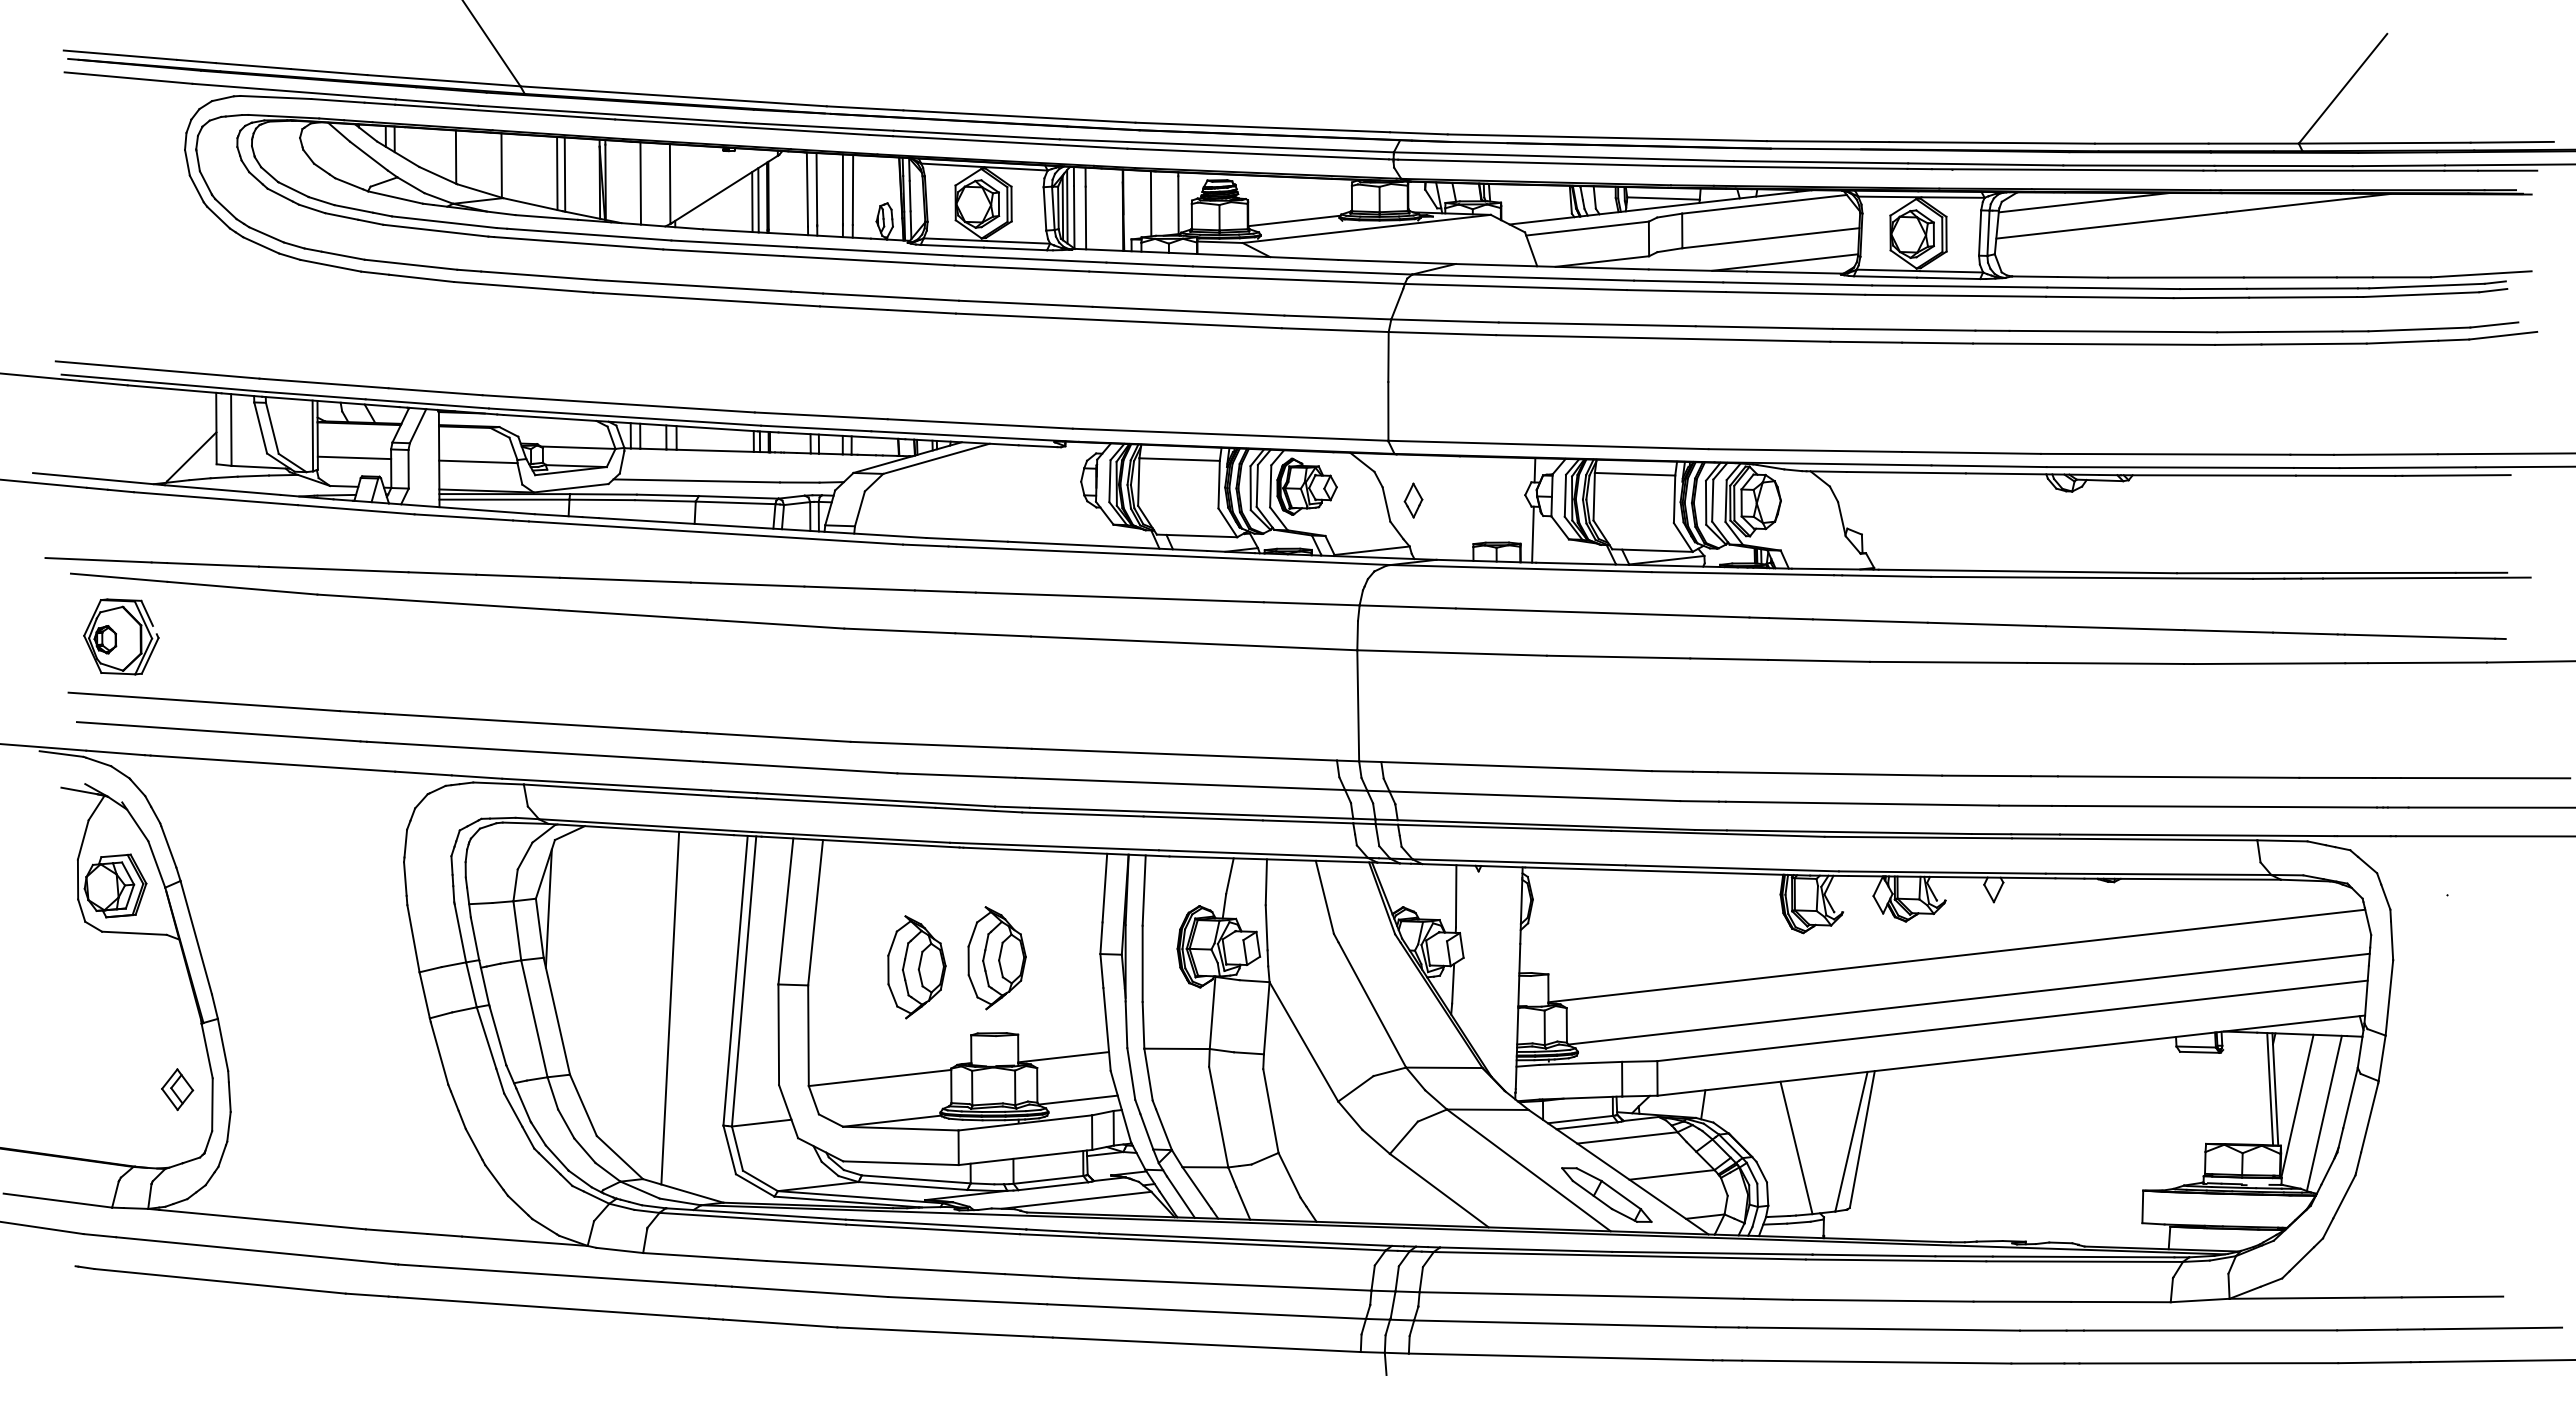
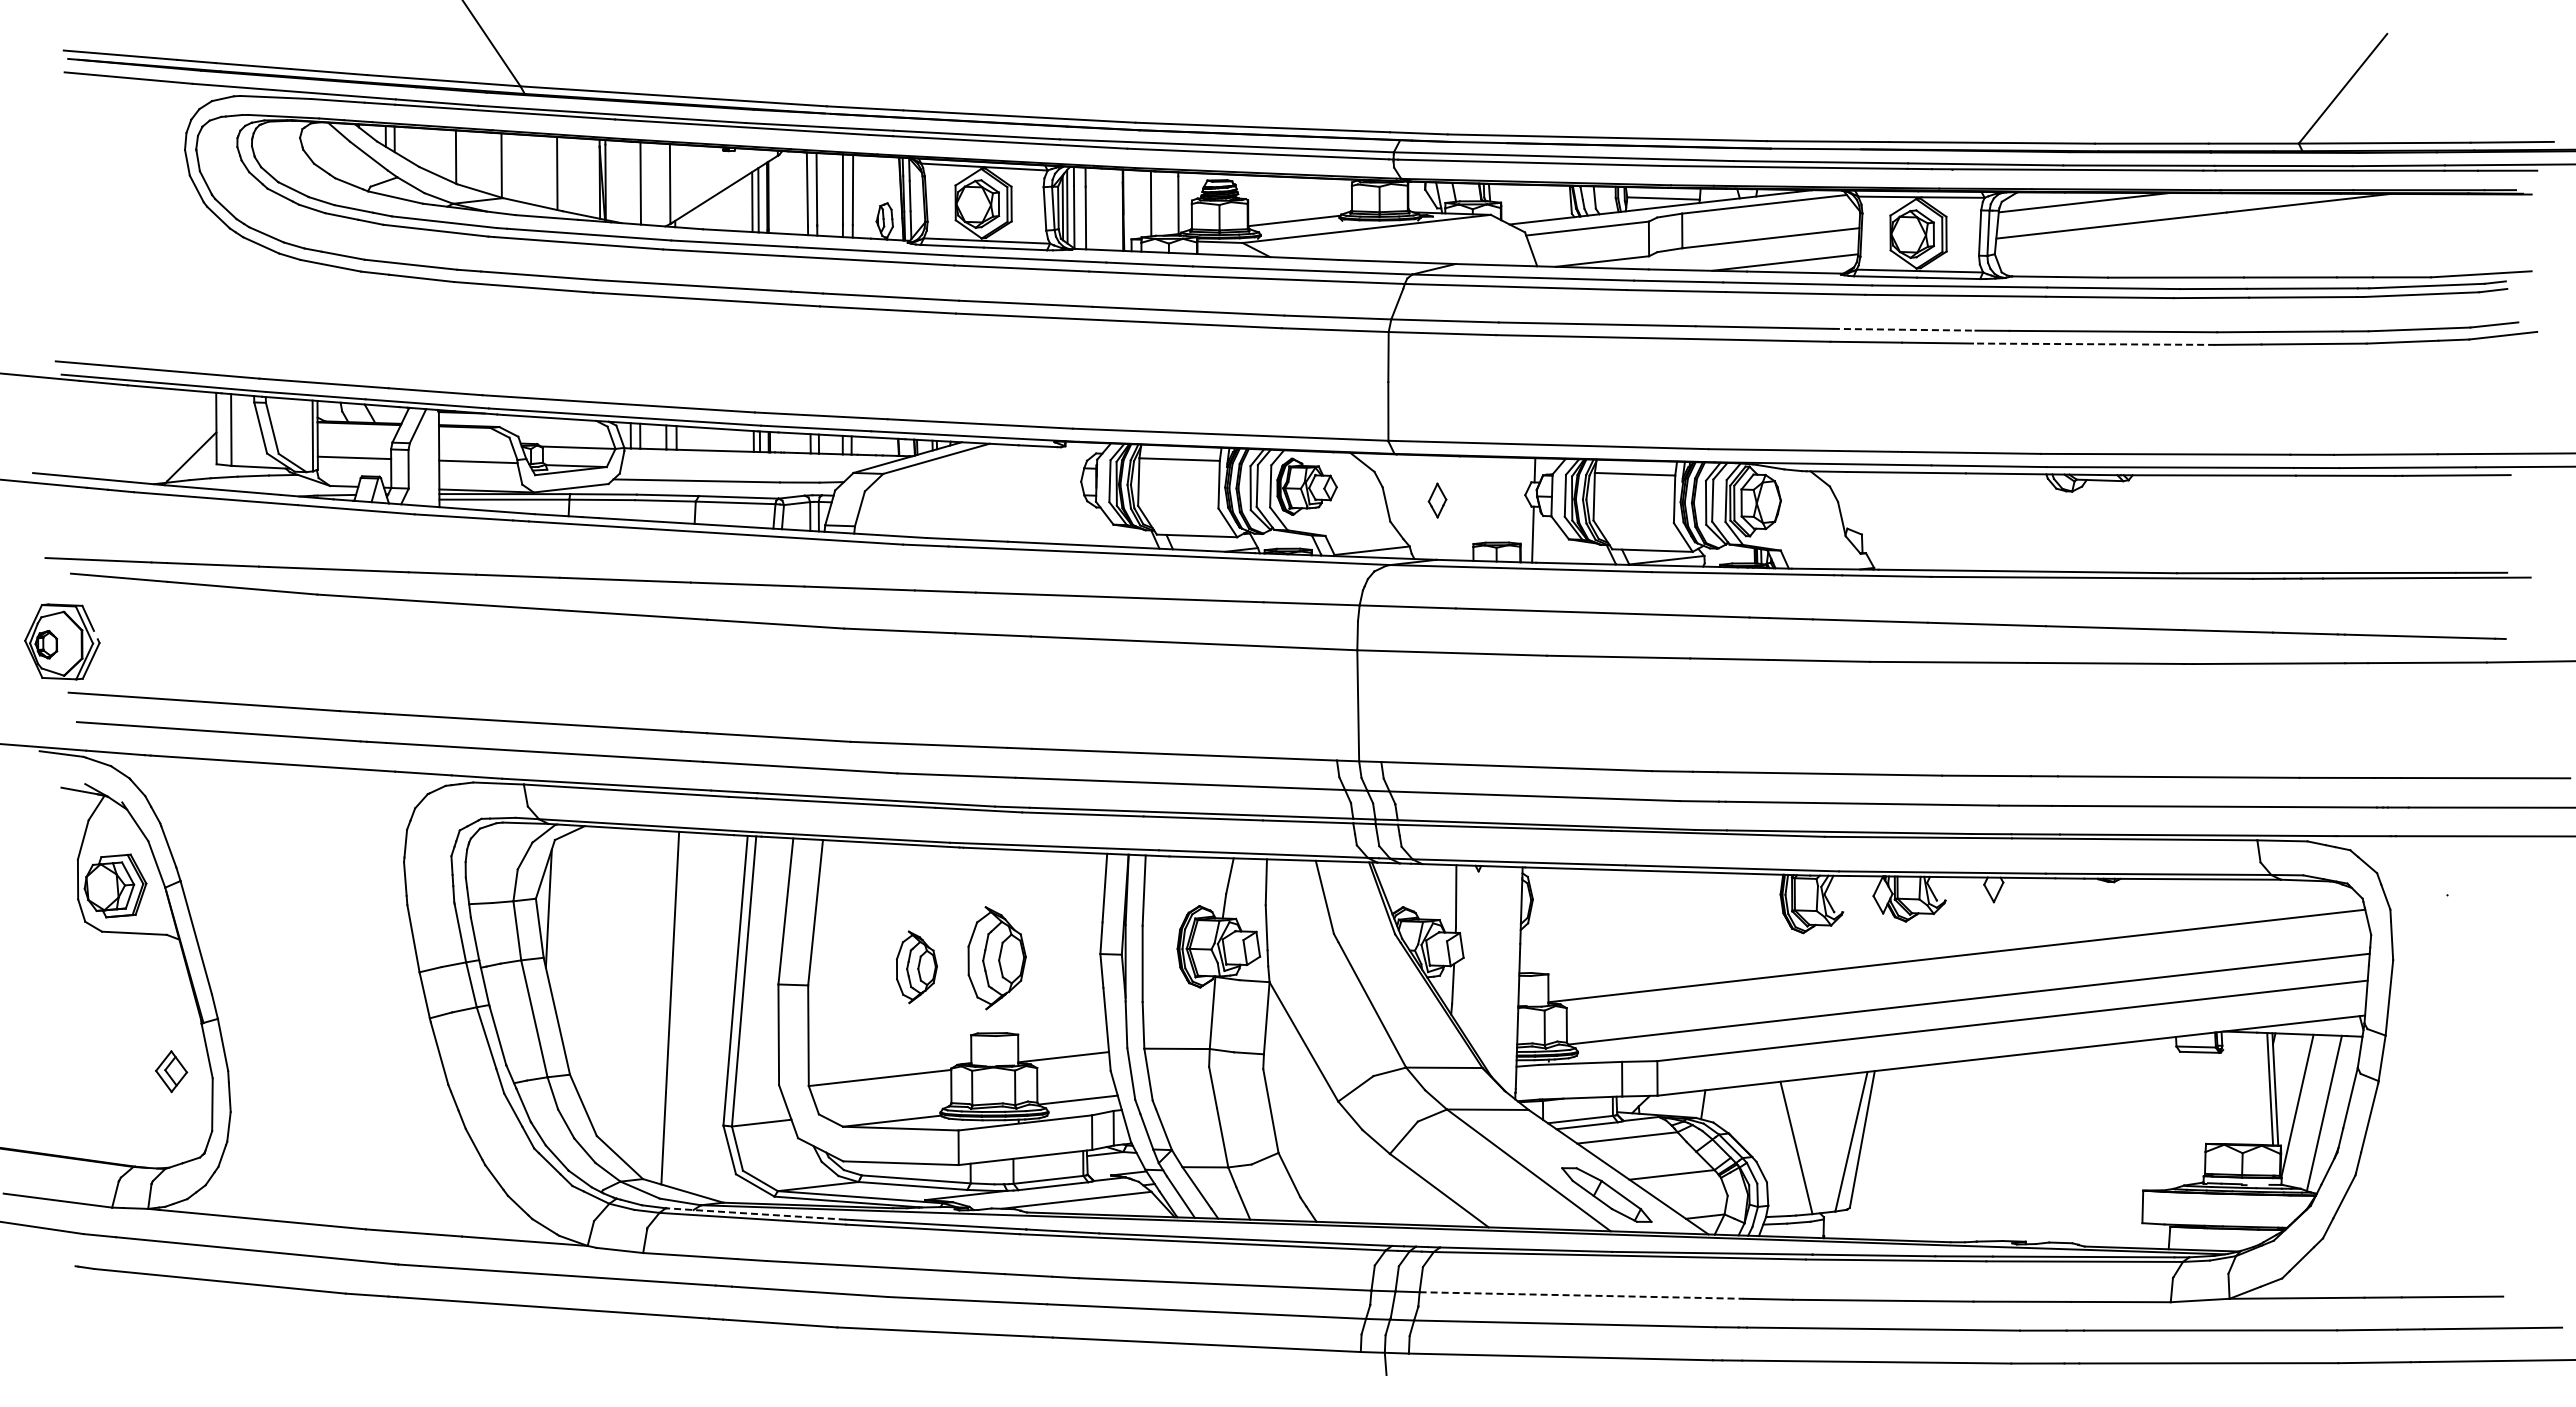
line at (564, 174): present -> none
line at (1904, 329): solid -> dashed
line at (2093, 344): solid -> dashed
part at (1413, 500) position: (1413, 500) -> (1437, 500)
part at (121, 636) position: (121, 636) -> (62, 641)
part at (916, 967) size: 60x105 px -> 42x75 px
part at (177, 1089) position: (177, 1089) -> (171, 1071)
line at (756, 1214): solid -> dashed
line at (1582, 1295): solid -> dashed
